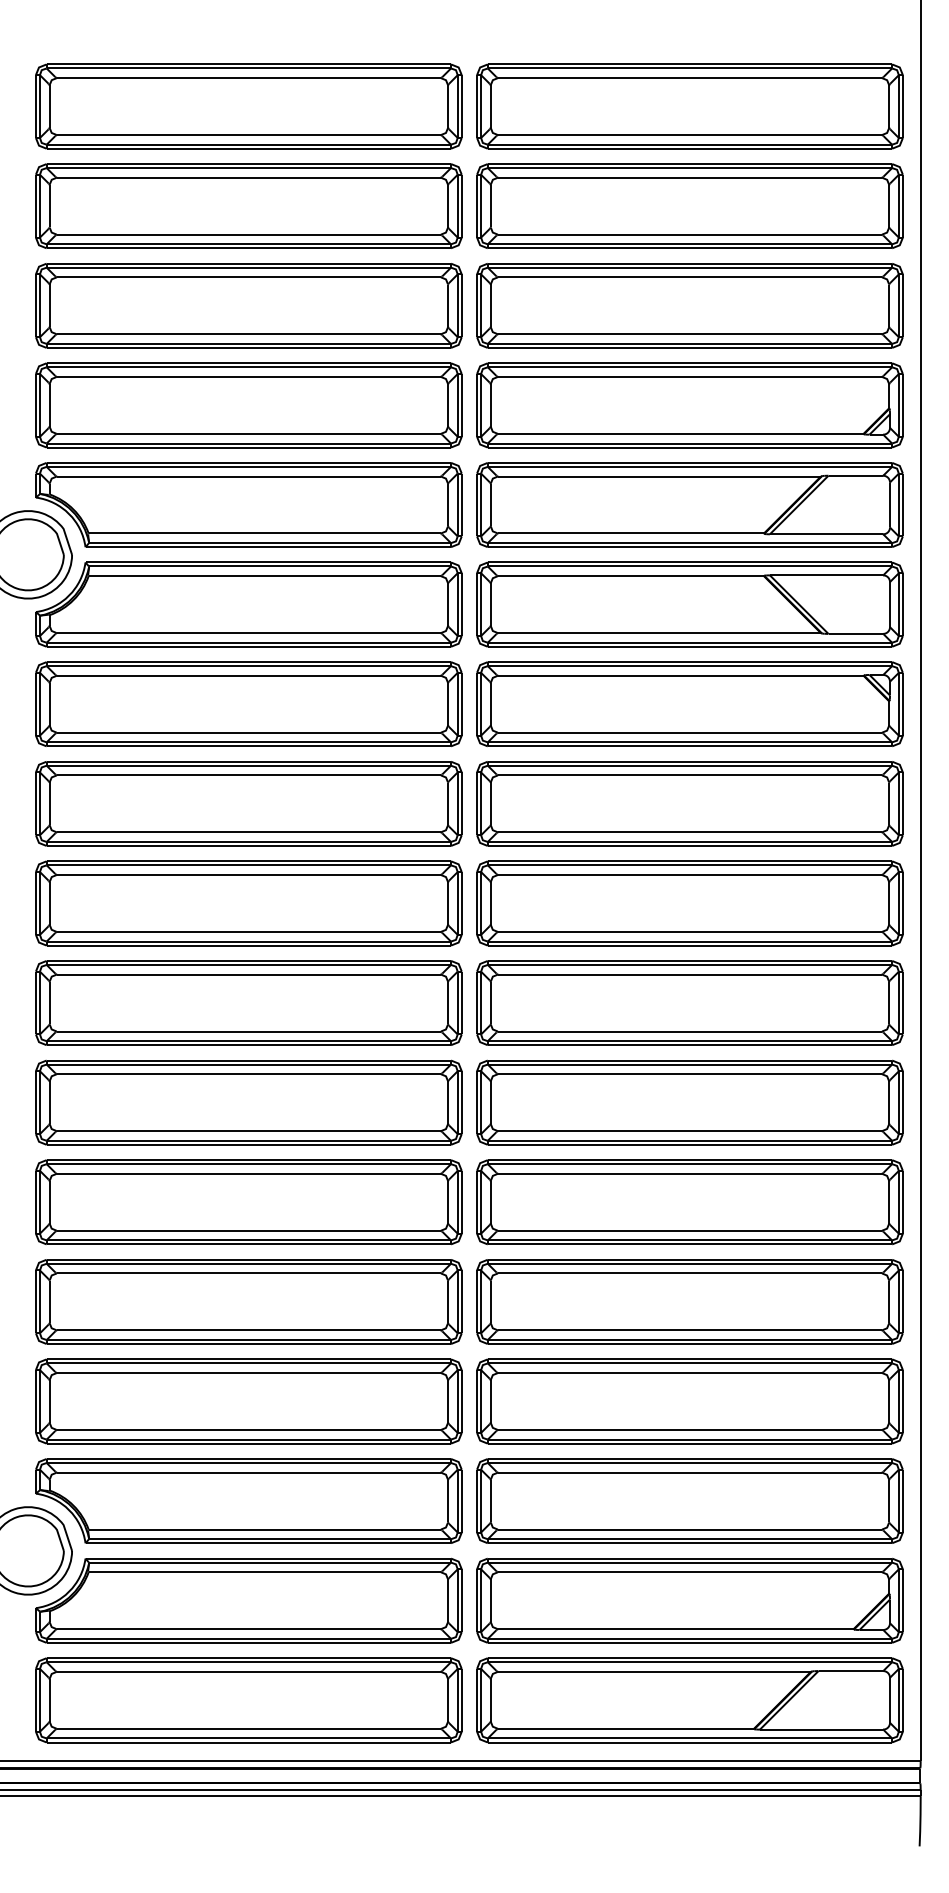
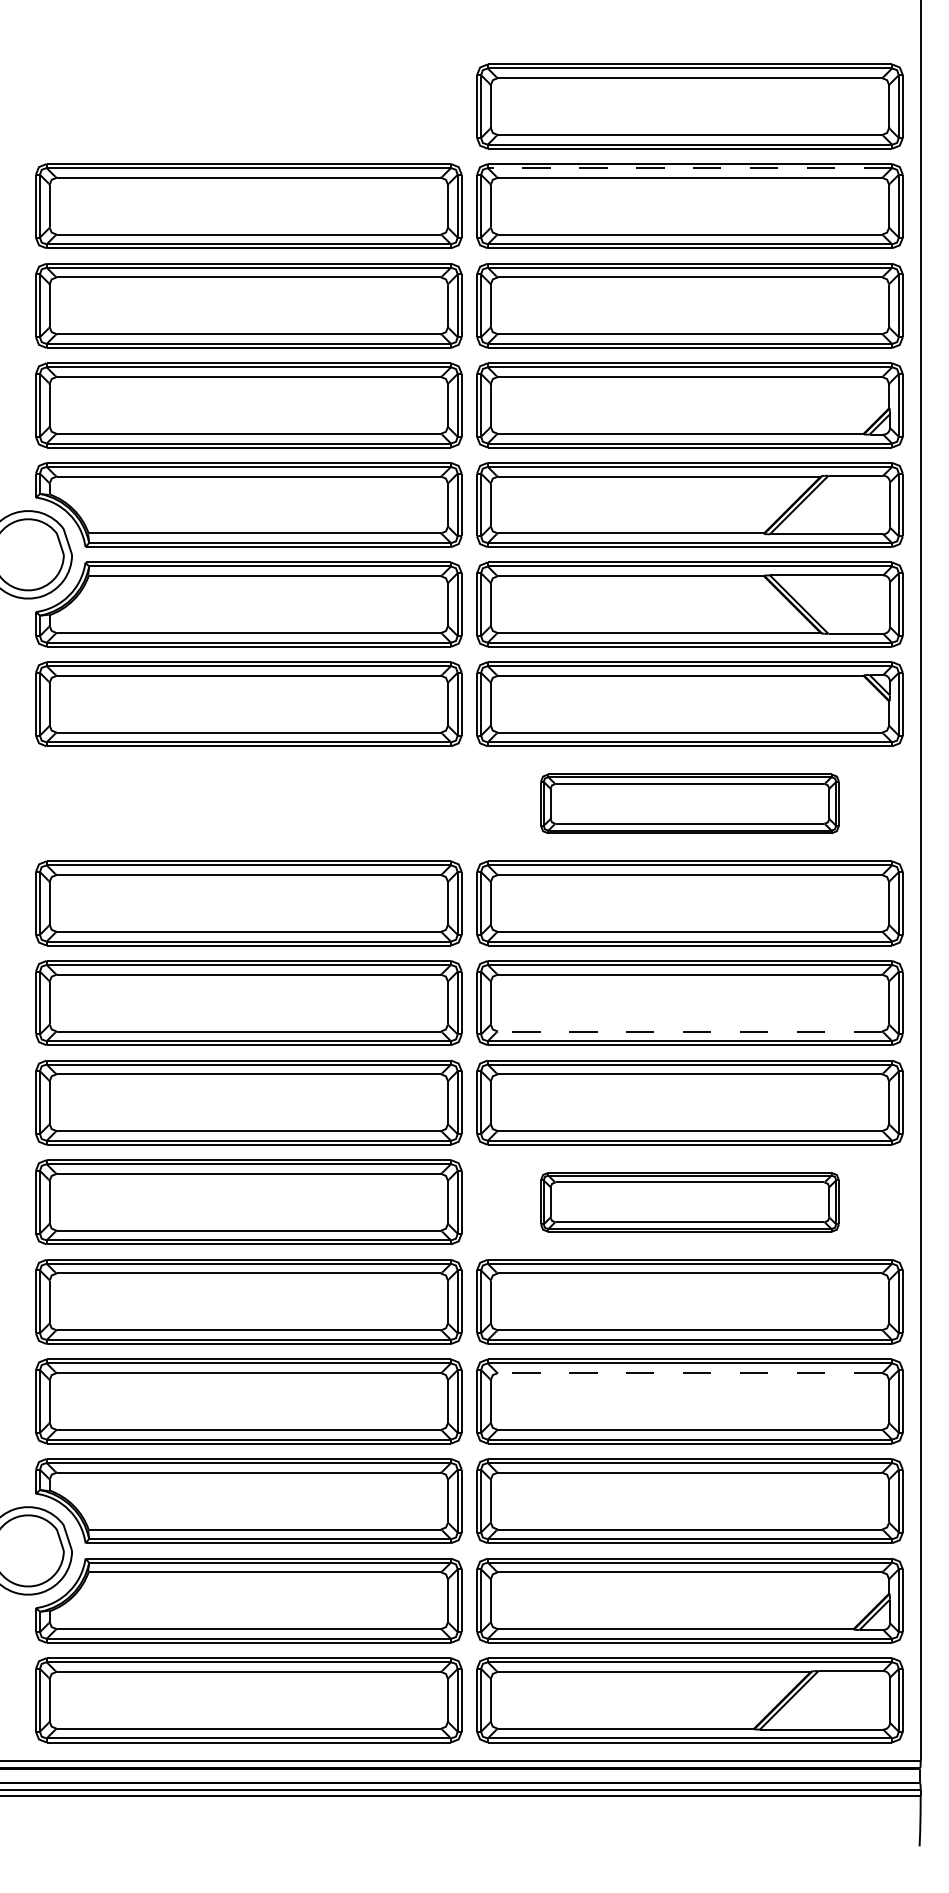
part at (248, 106): present -> none
line at (689, 168): solid -> dashed
part at (248, 803): present -> none
part at (689, 803) size: 428x86 px -> 300x61 px
line at (689, 1031): solid -> dashed
part at (689, 1202) size: 428x87 px -> 300x61 px
line at (689, 1373): solid -> dashed
